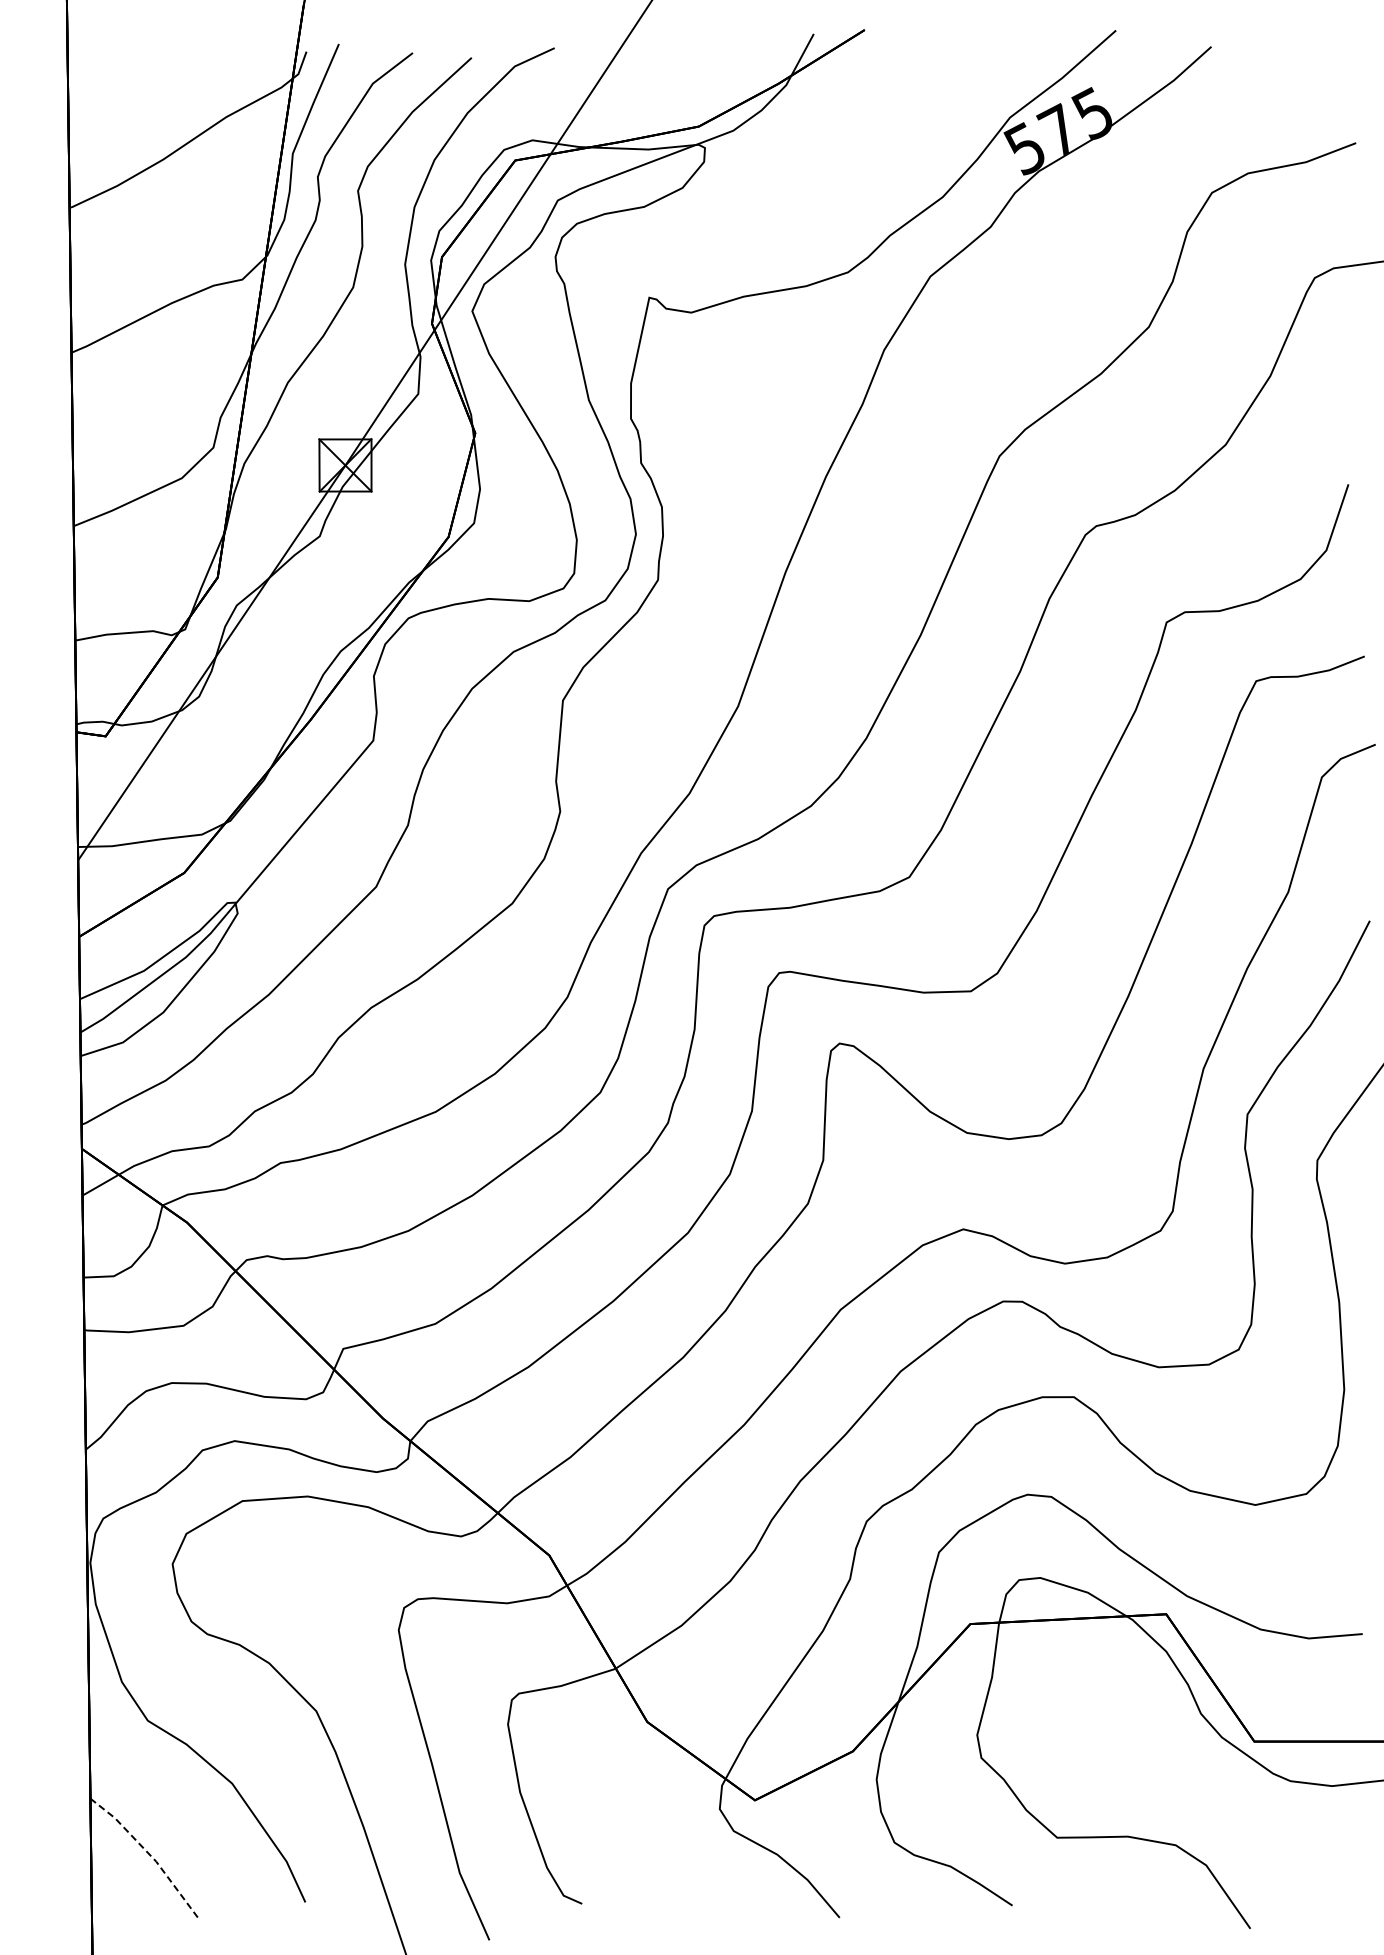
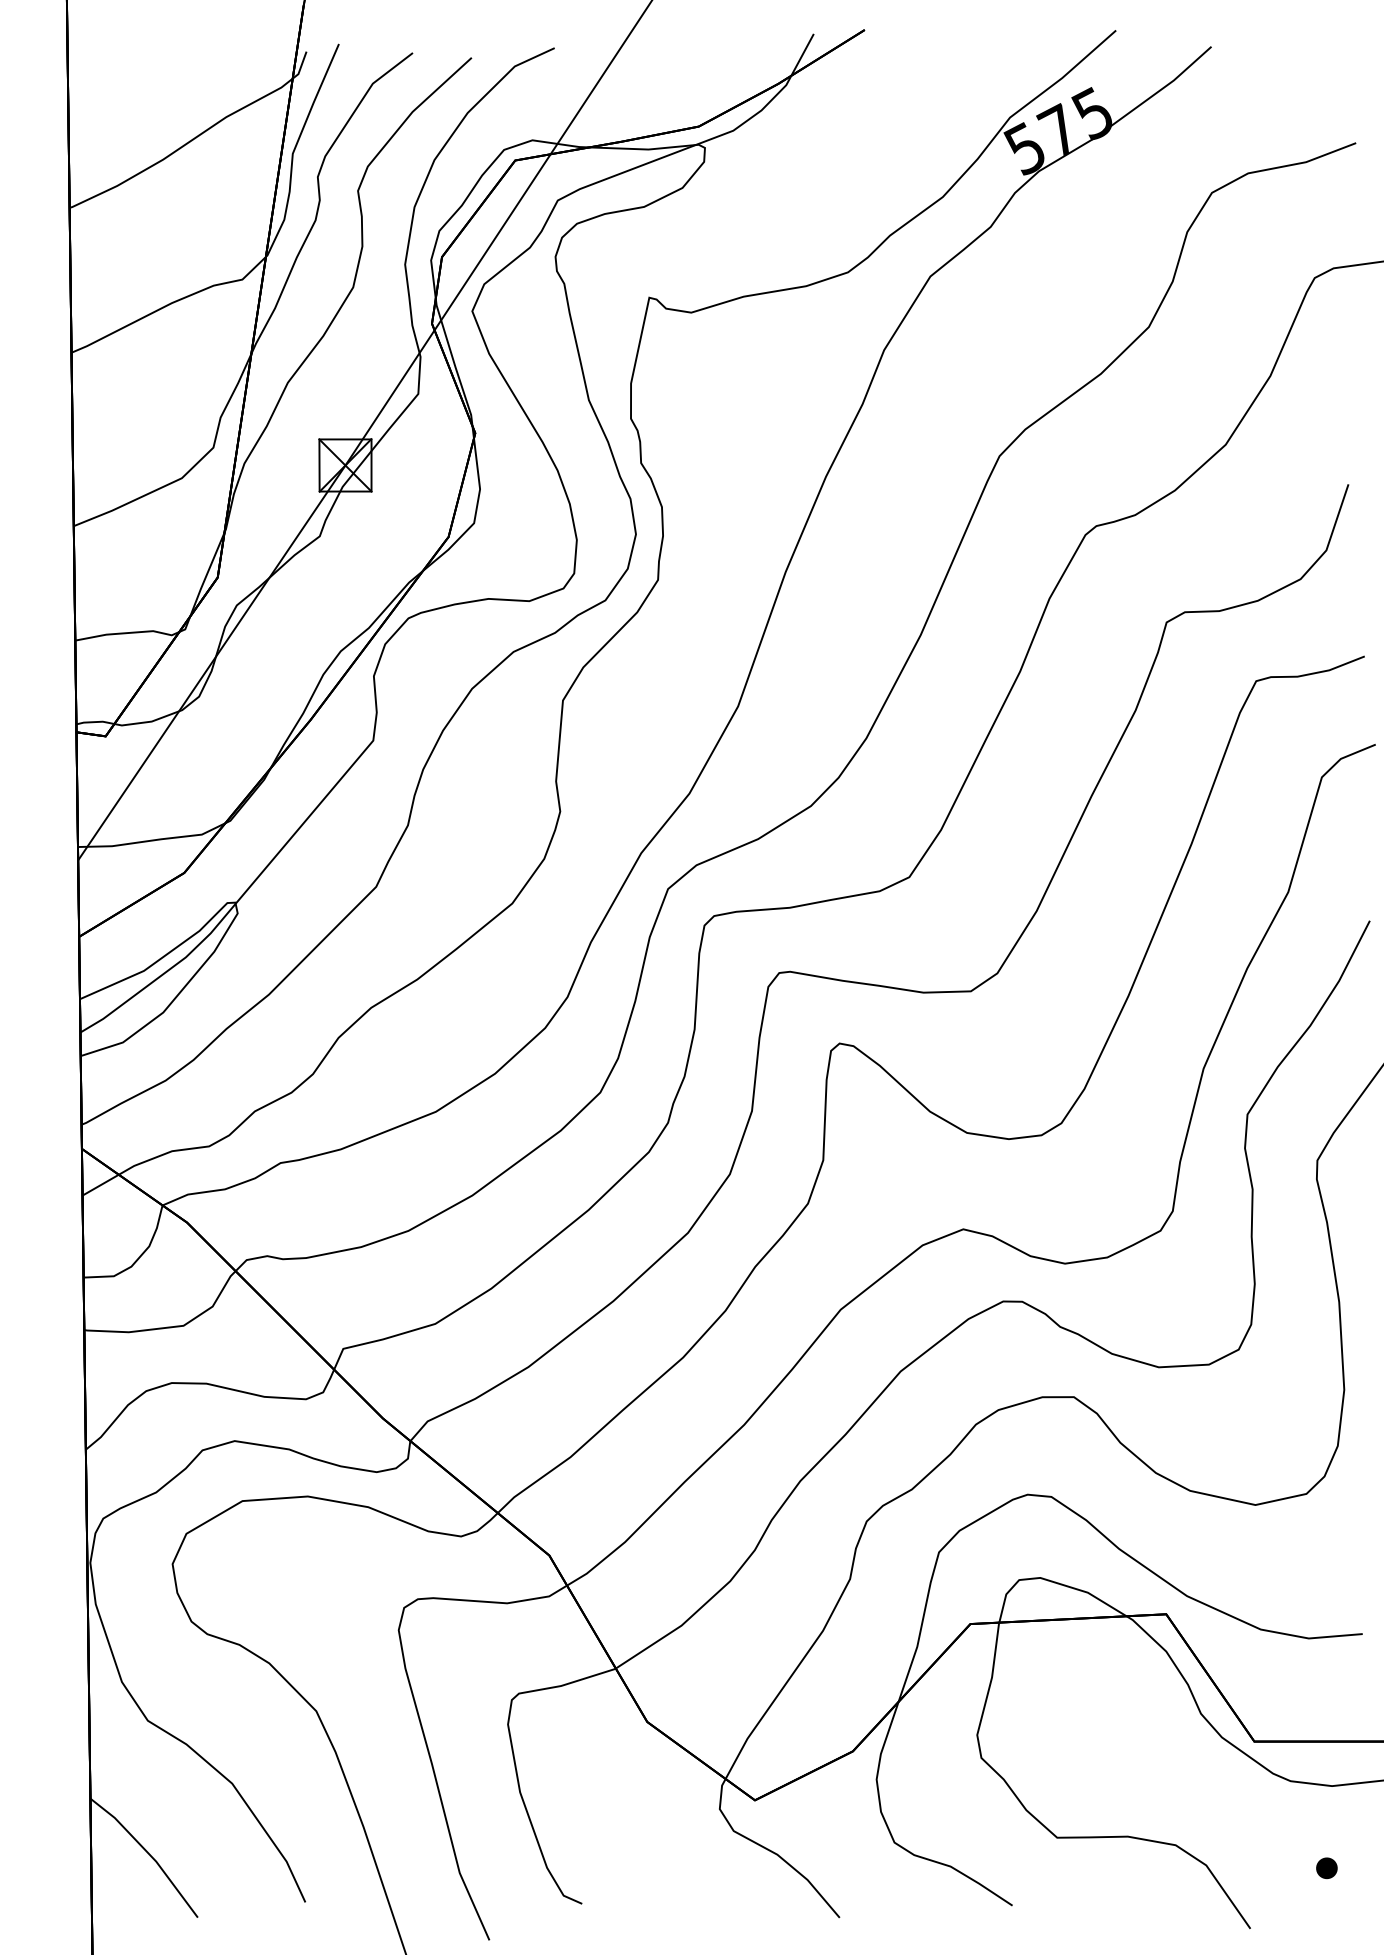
line at (148, 1853): dashed -> solid
part at (1326, 1868): none -> present
